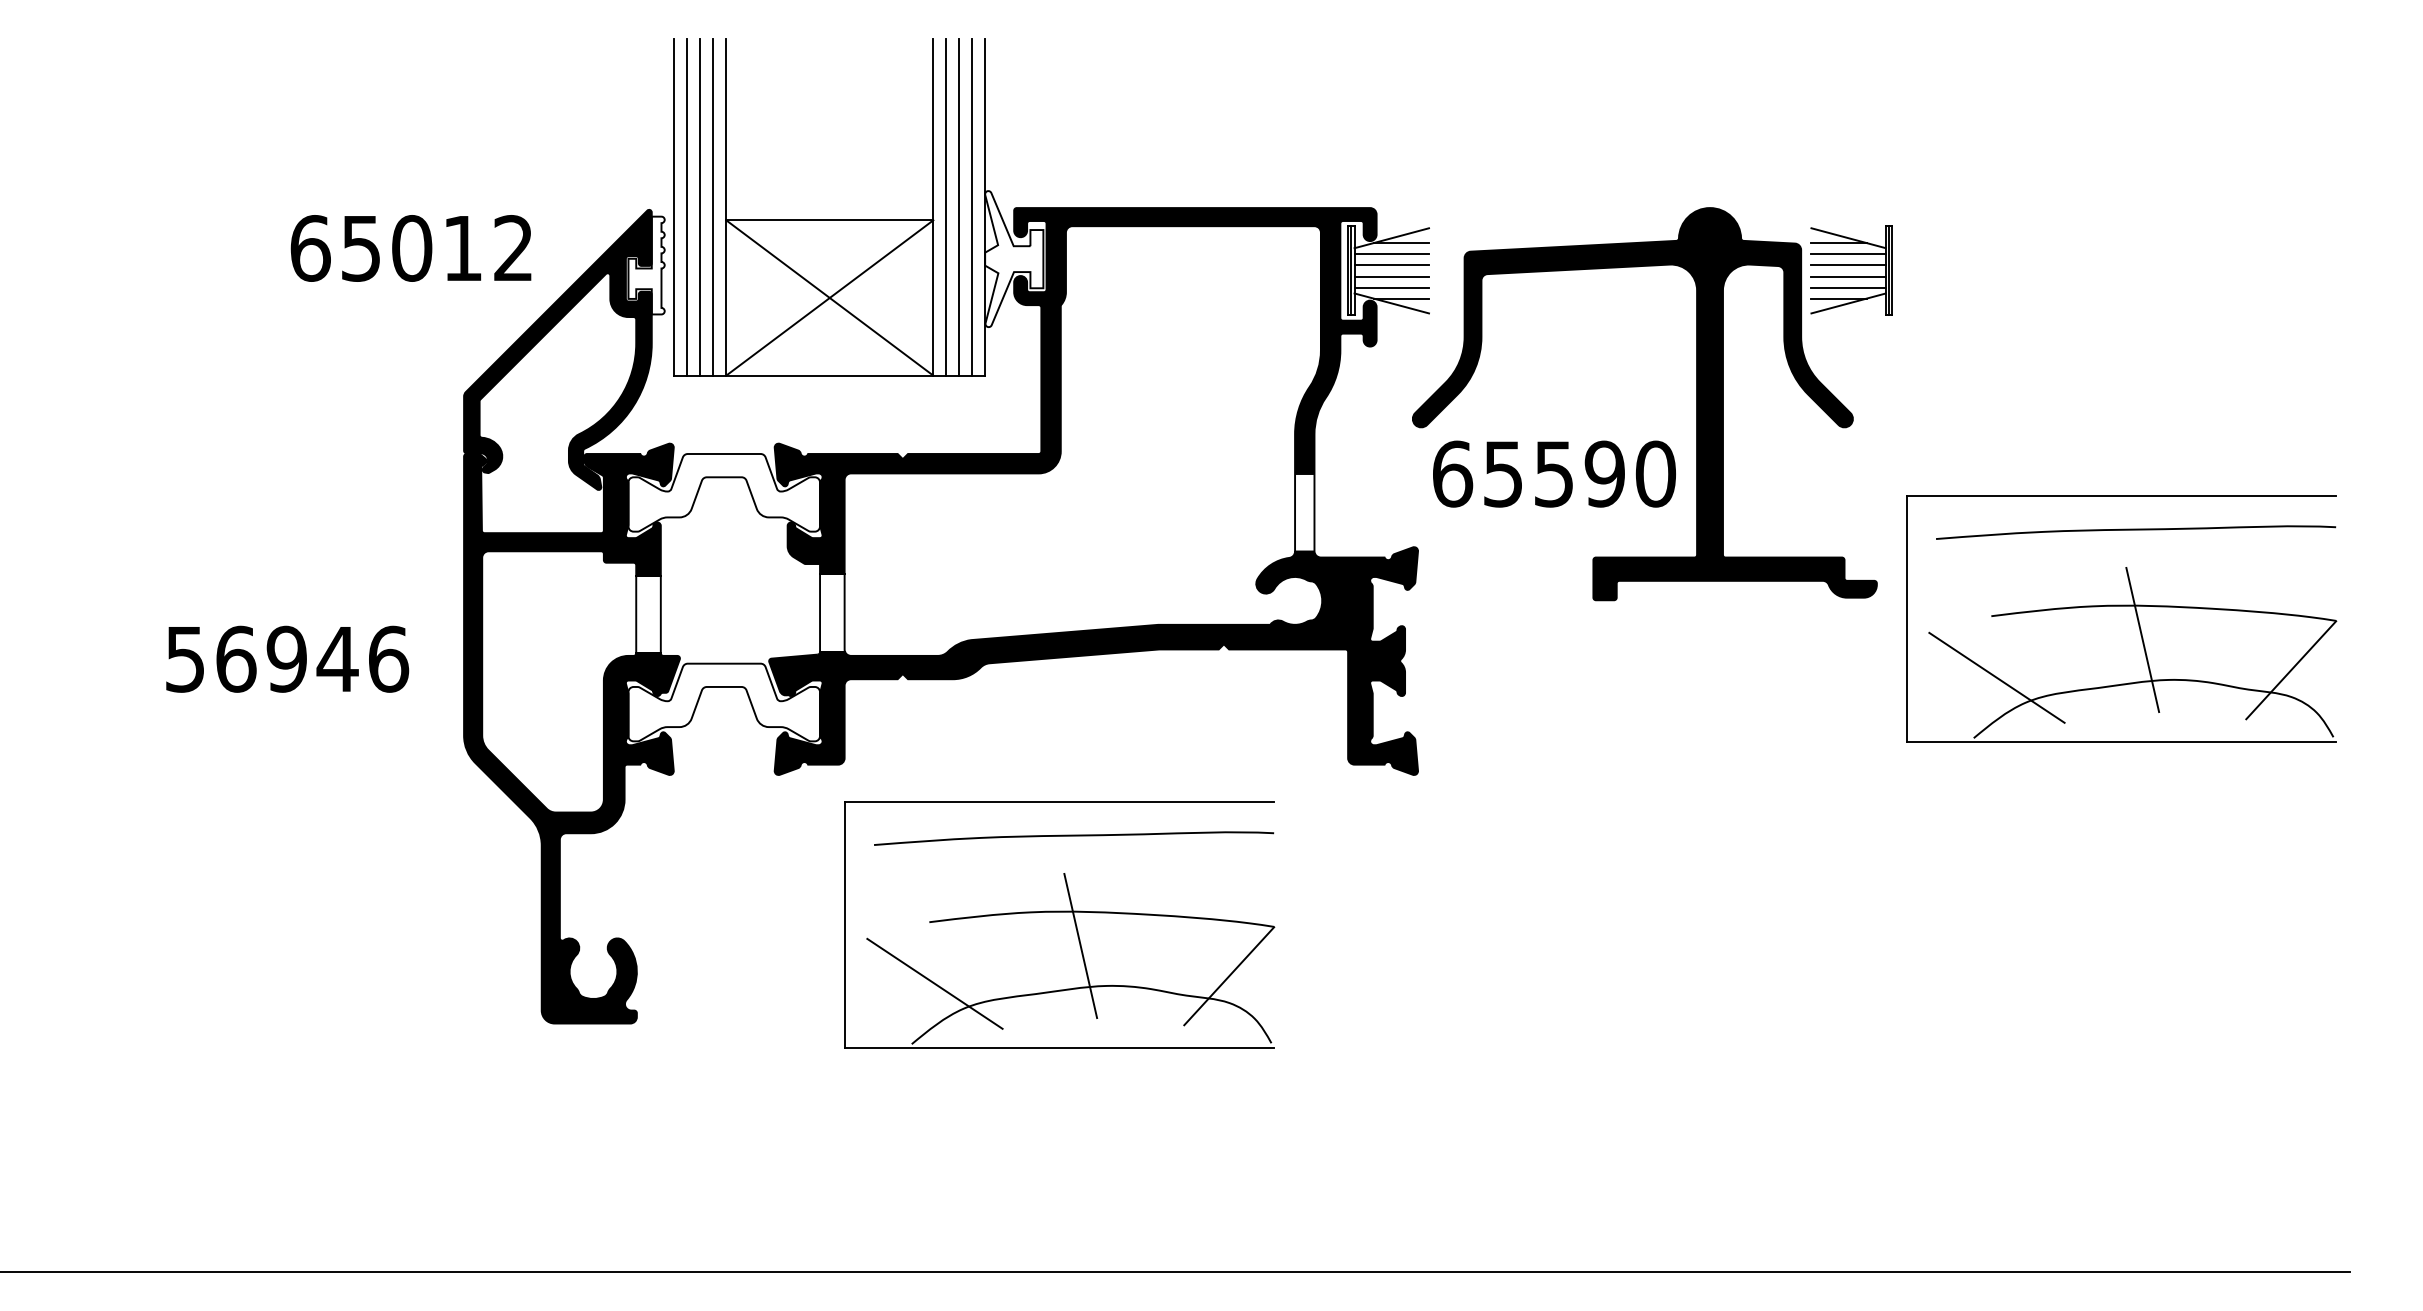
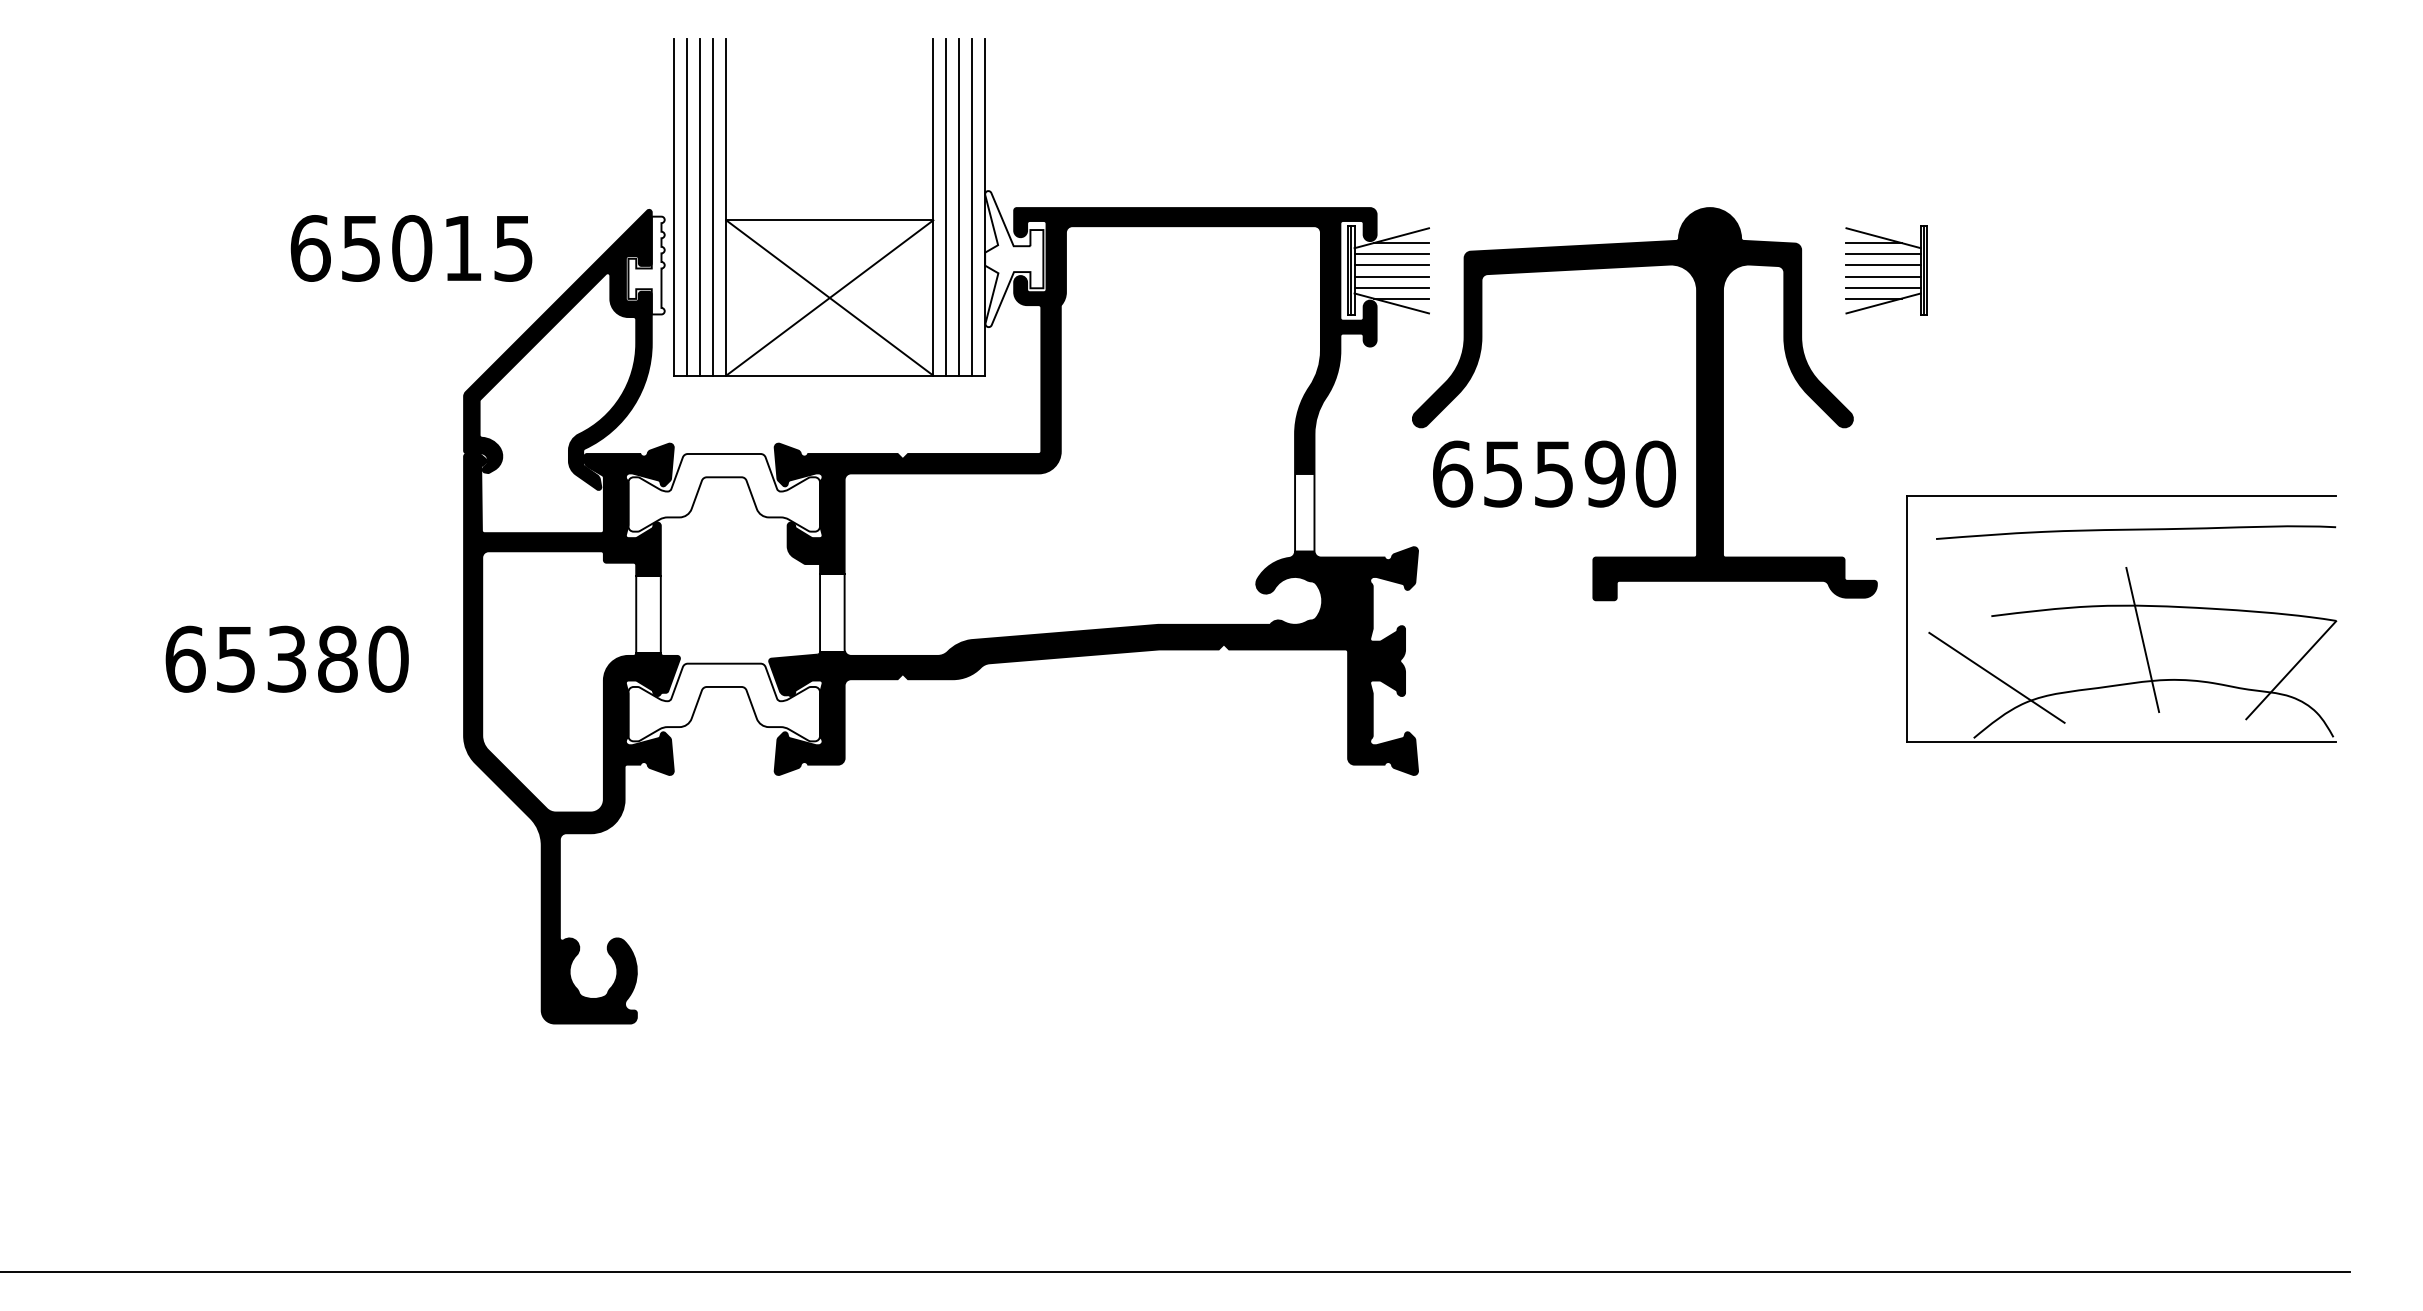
text at (513, 248): 65012 -> 65015
part at (1851, 270) position: (1851, 270) -> (1886, 270)
text at (287, 658): 56946 -> 65380
part at (1059, 912): present -> none
